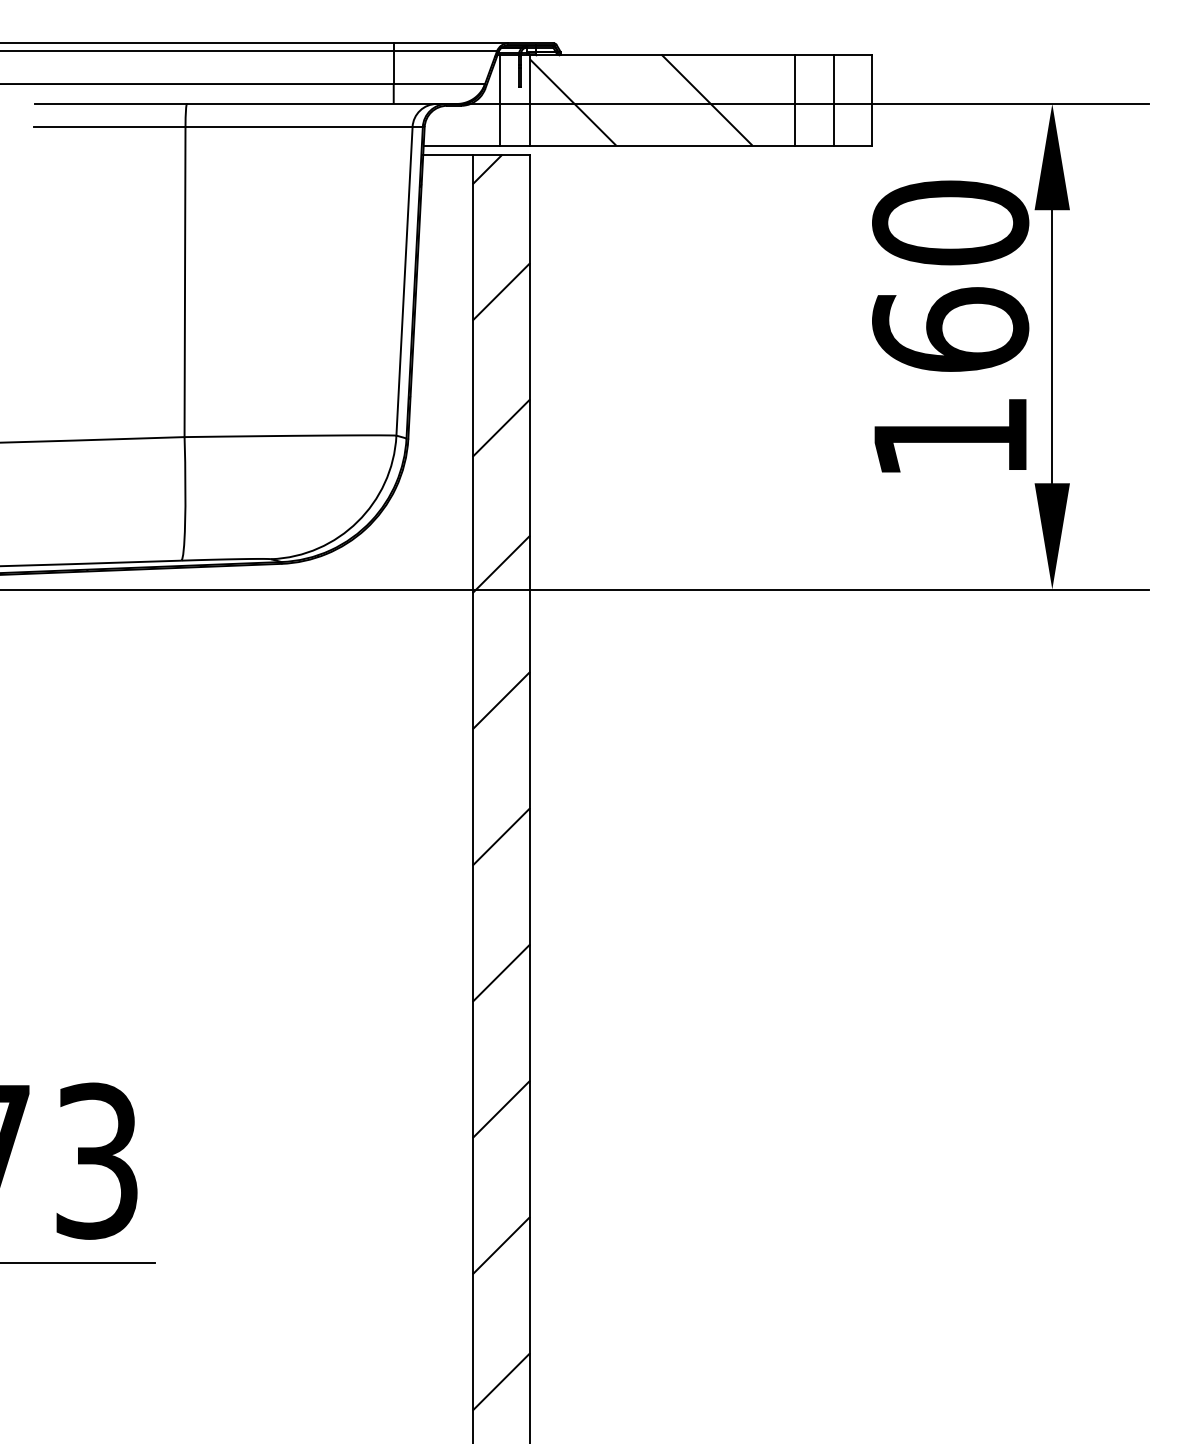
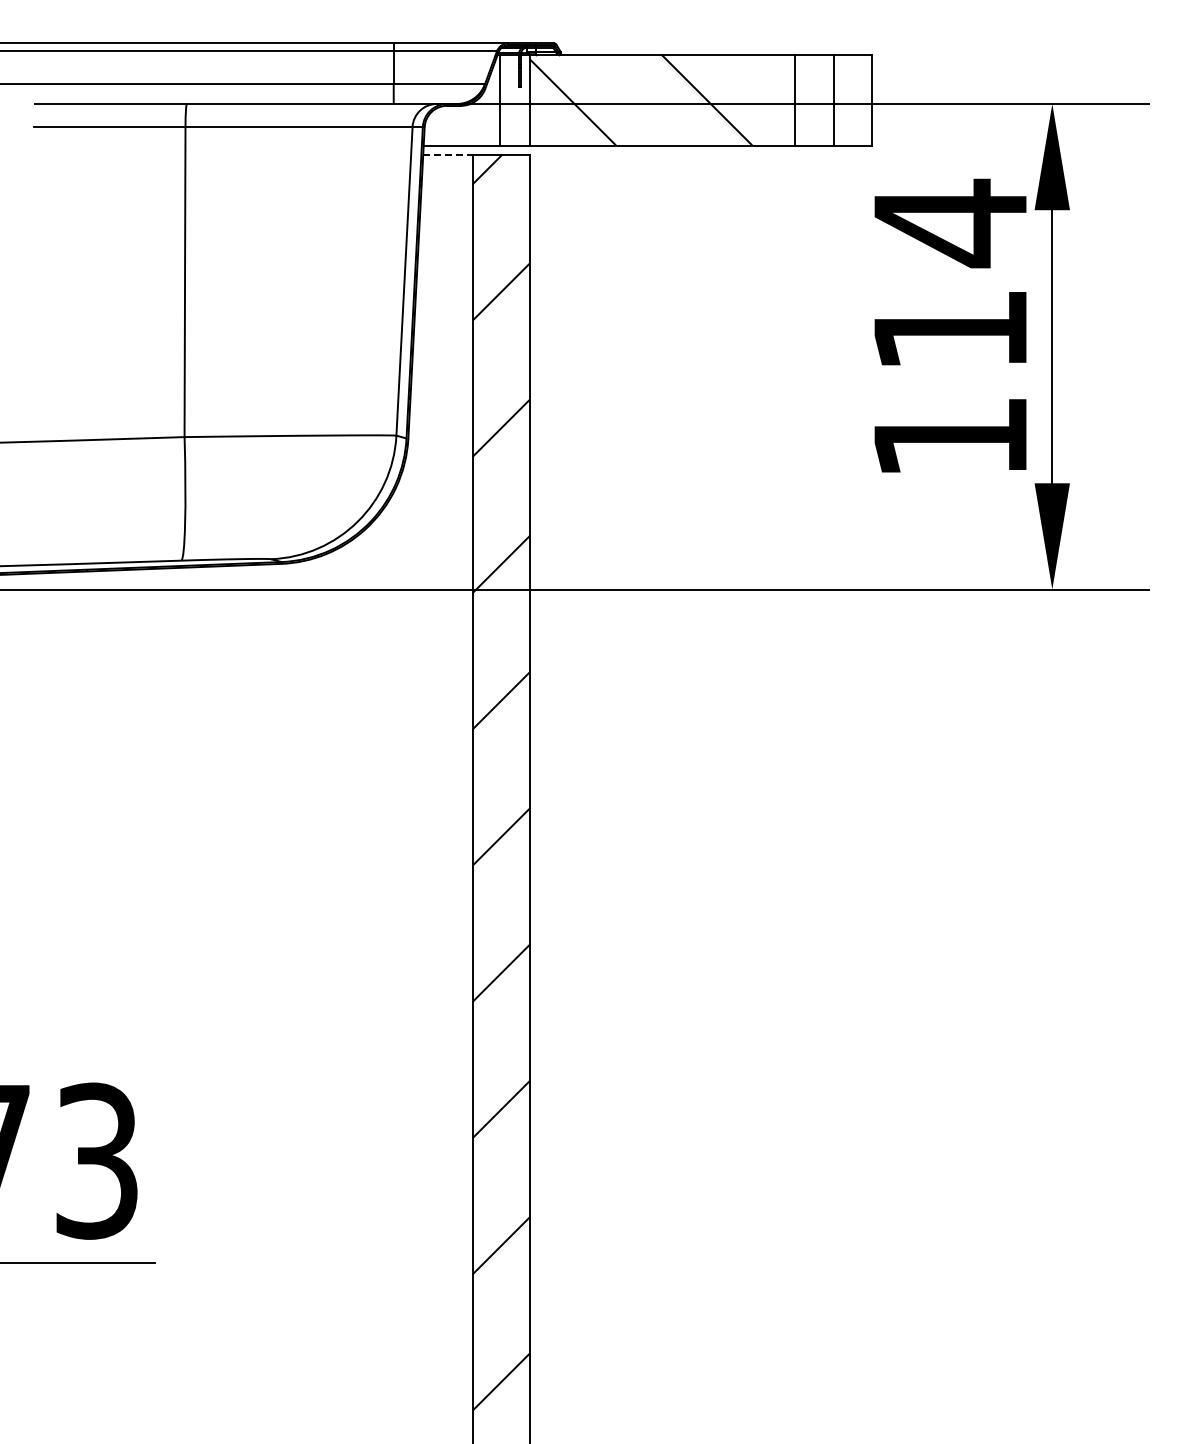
line at (447, 154): solid -> dashed
text at (950, 274): 160 -> 114
